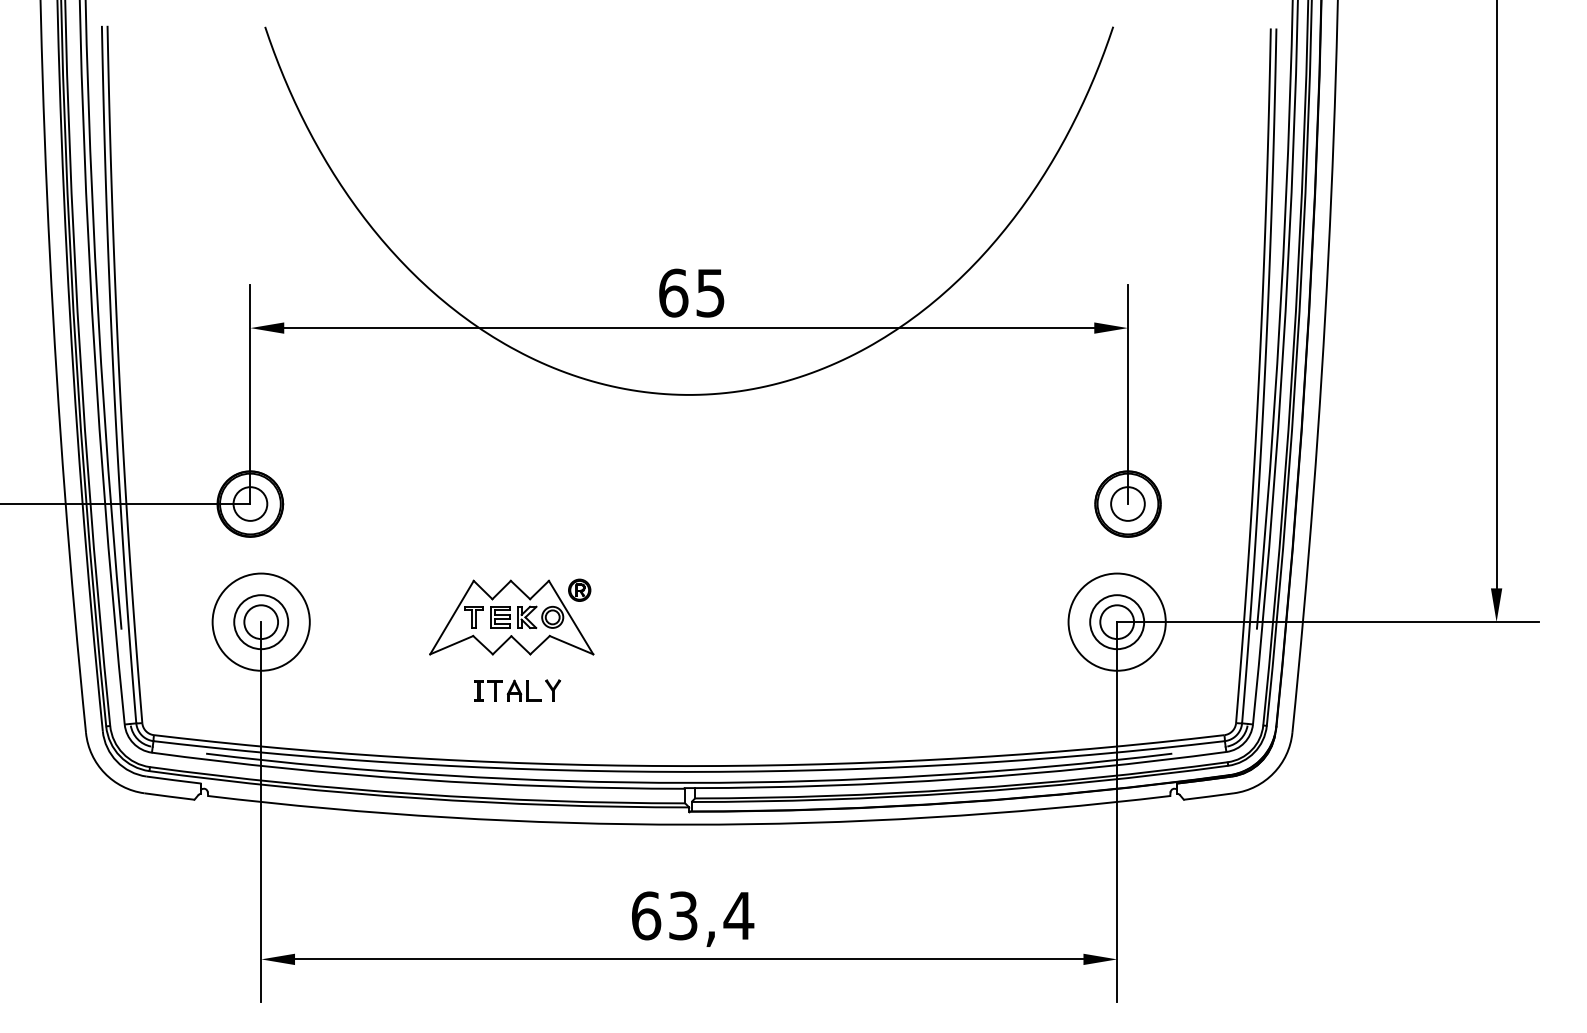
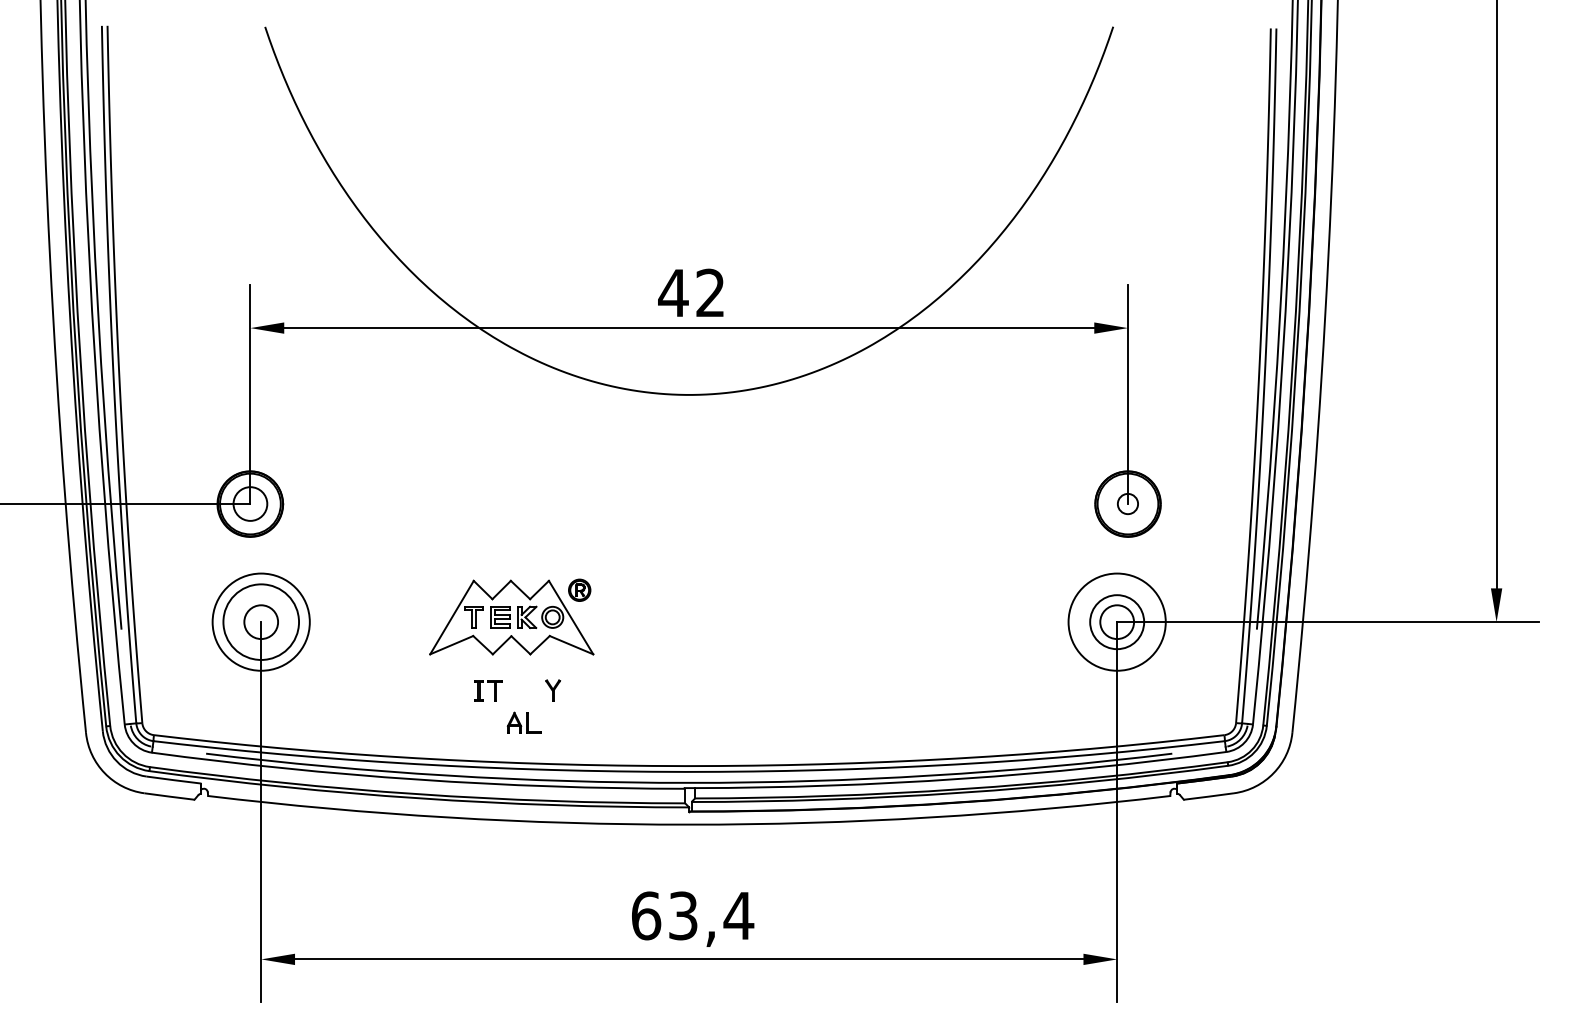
text at (691, 292): 65 -> 42
circle at (1127, 503) diameter: 34 px -> 20 px
circle at (261, 622) diameter: 54 px -> 76 px
part at (523, 690) position: (523, 690) -> (523, 722)
